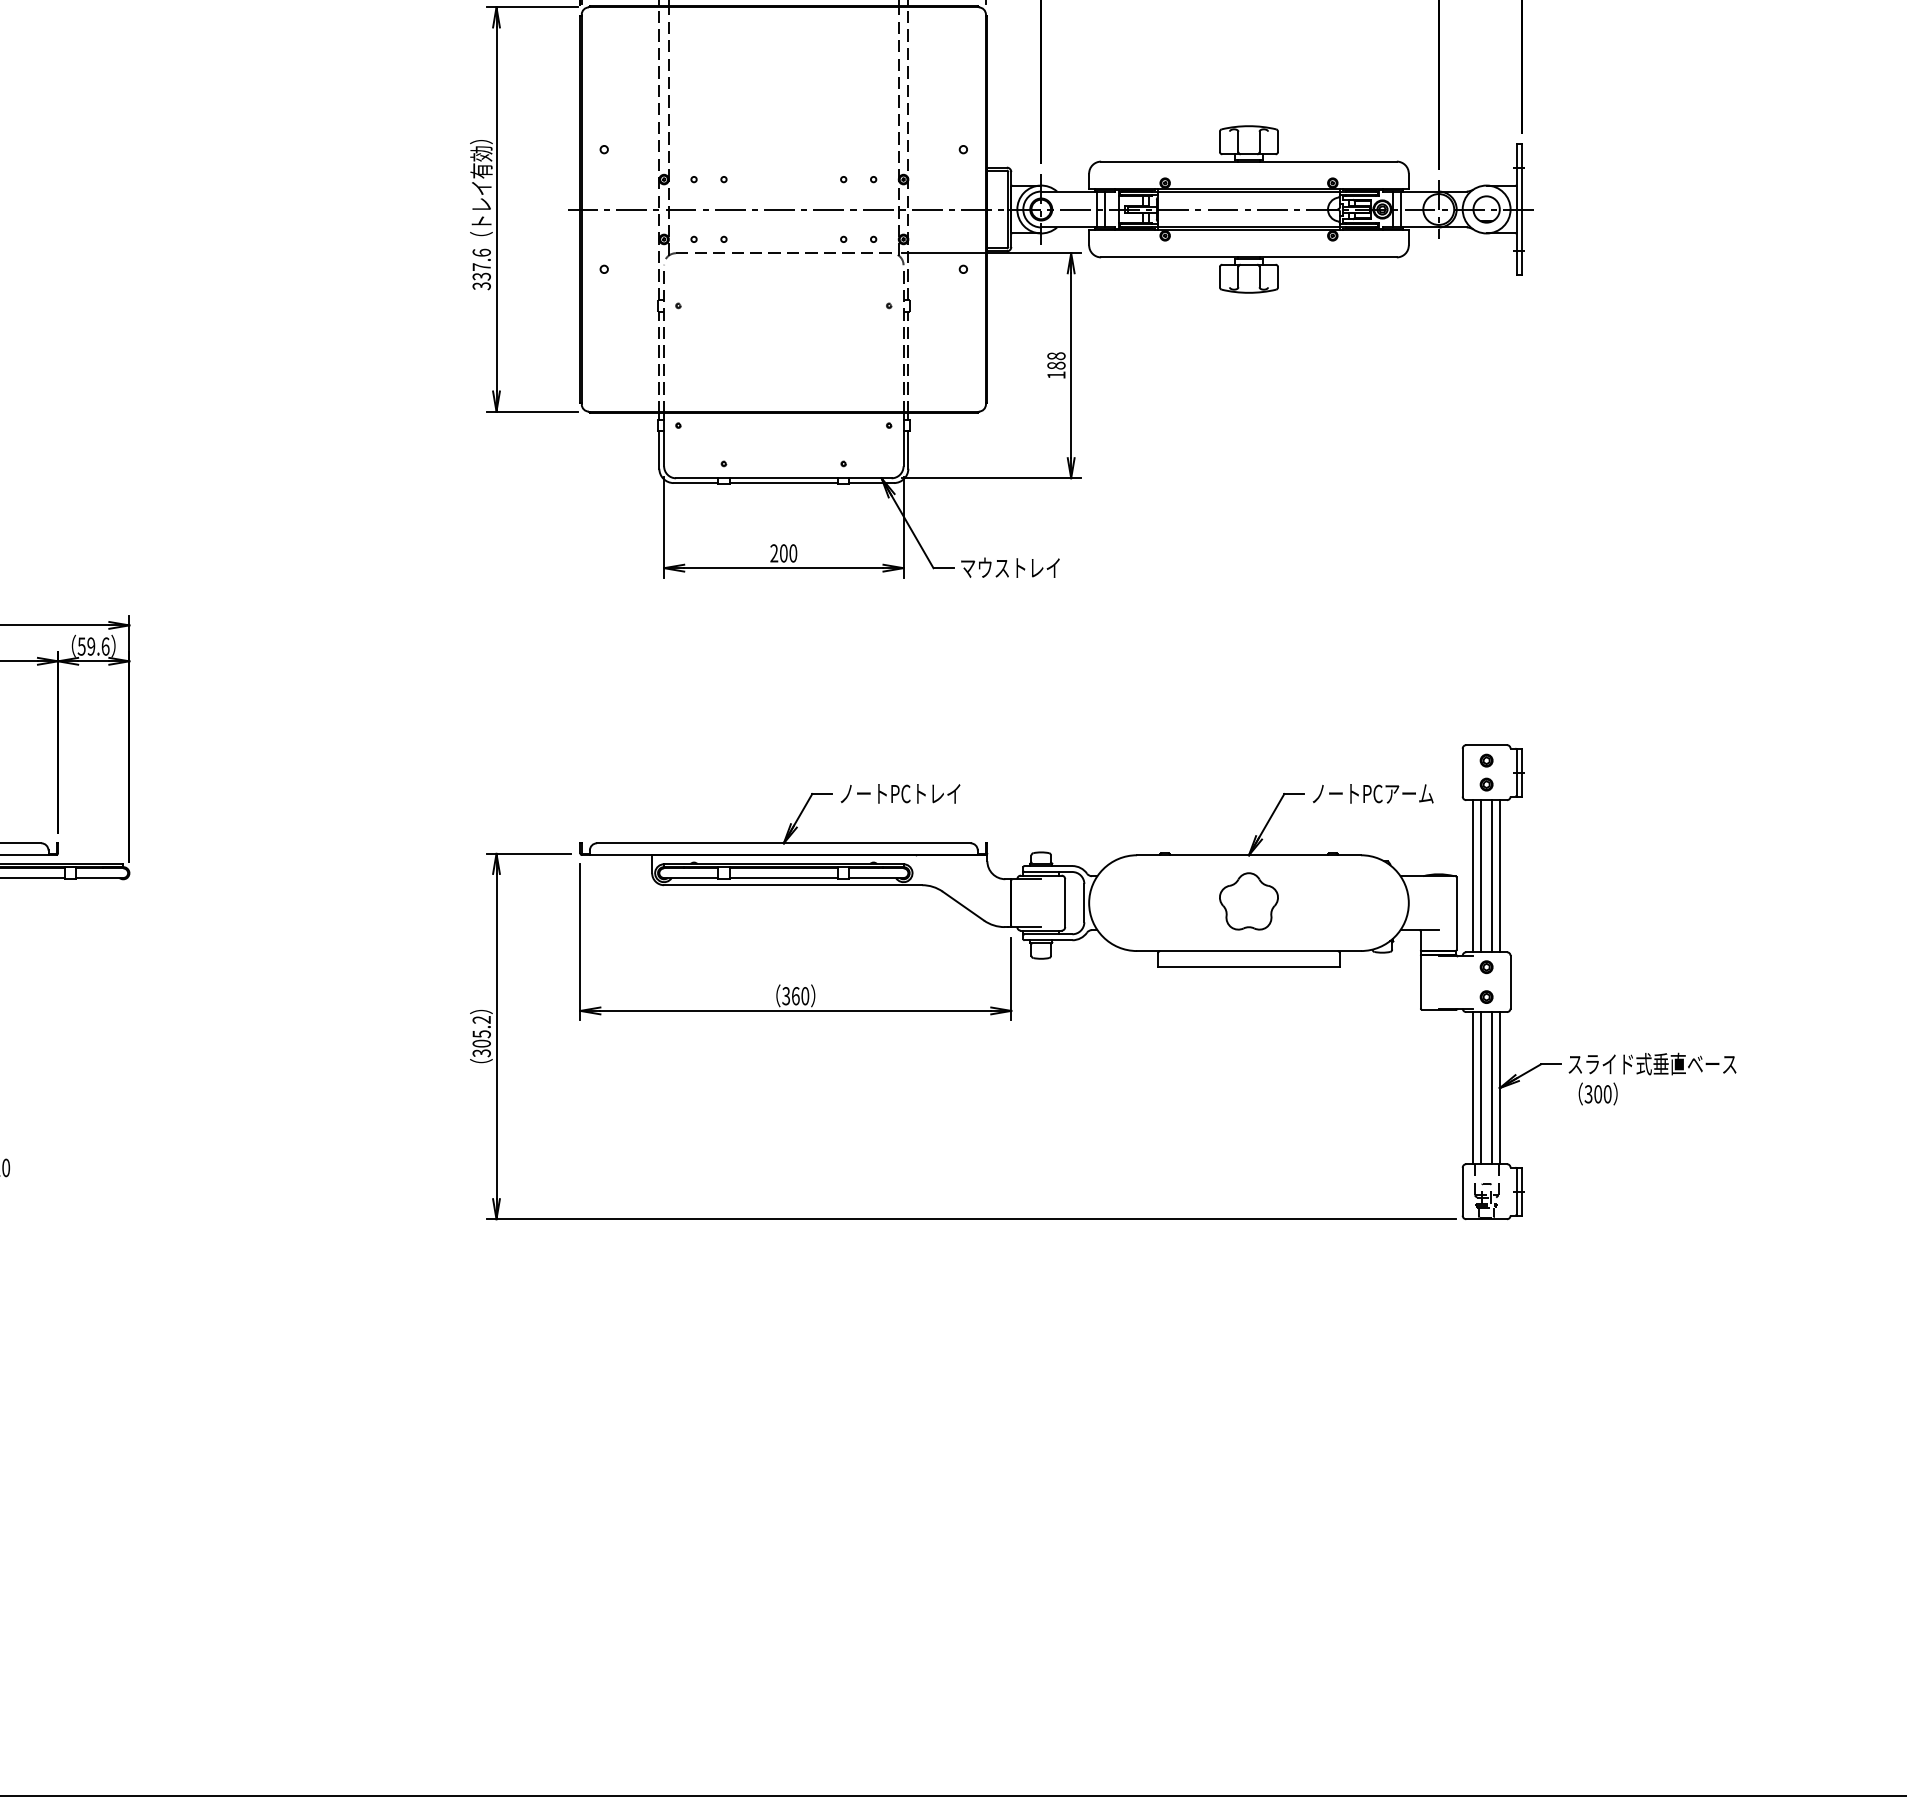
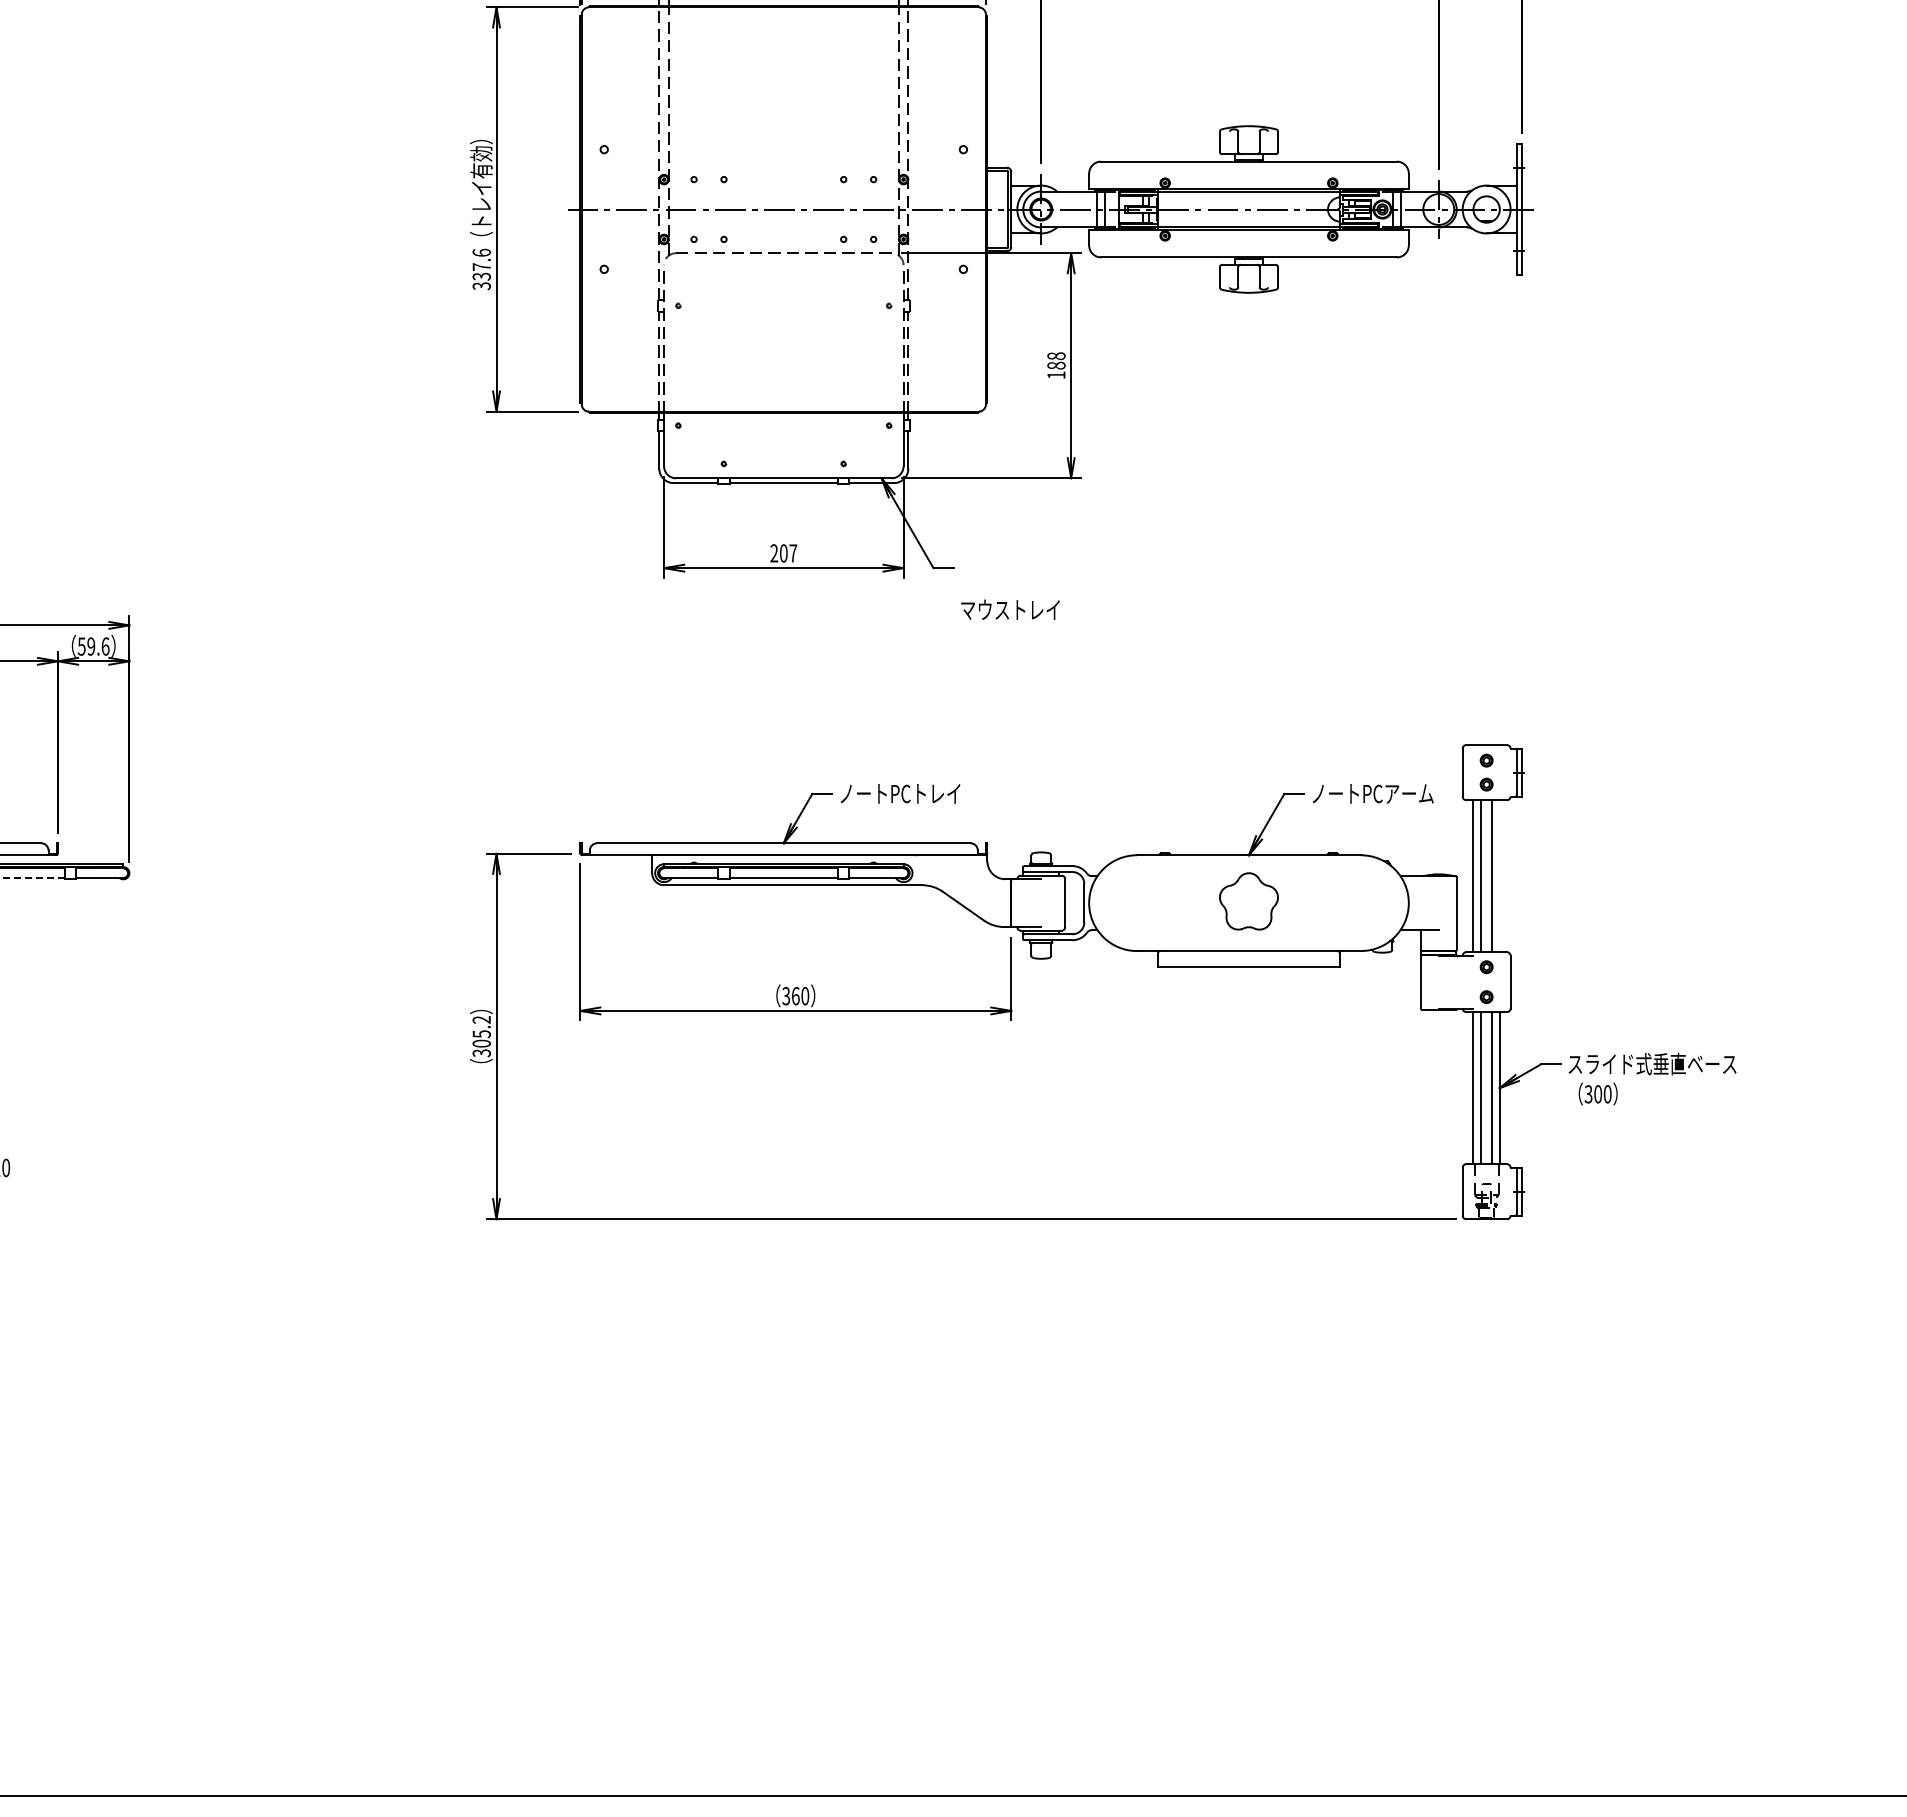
text at (793, 553): 200 -> 207
text at (1010, 567) position: (1010, 567) -> (1010, 609)
line at (1499, 876): present -> none
line at (32, 878): solid -> dashed
